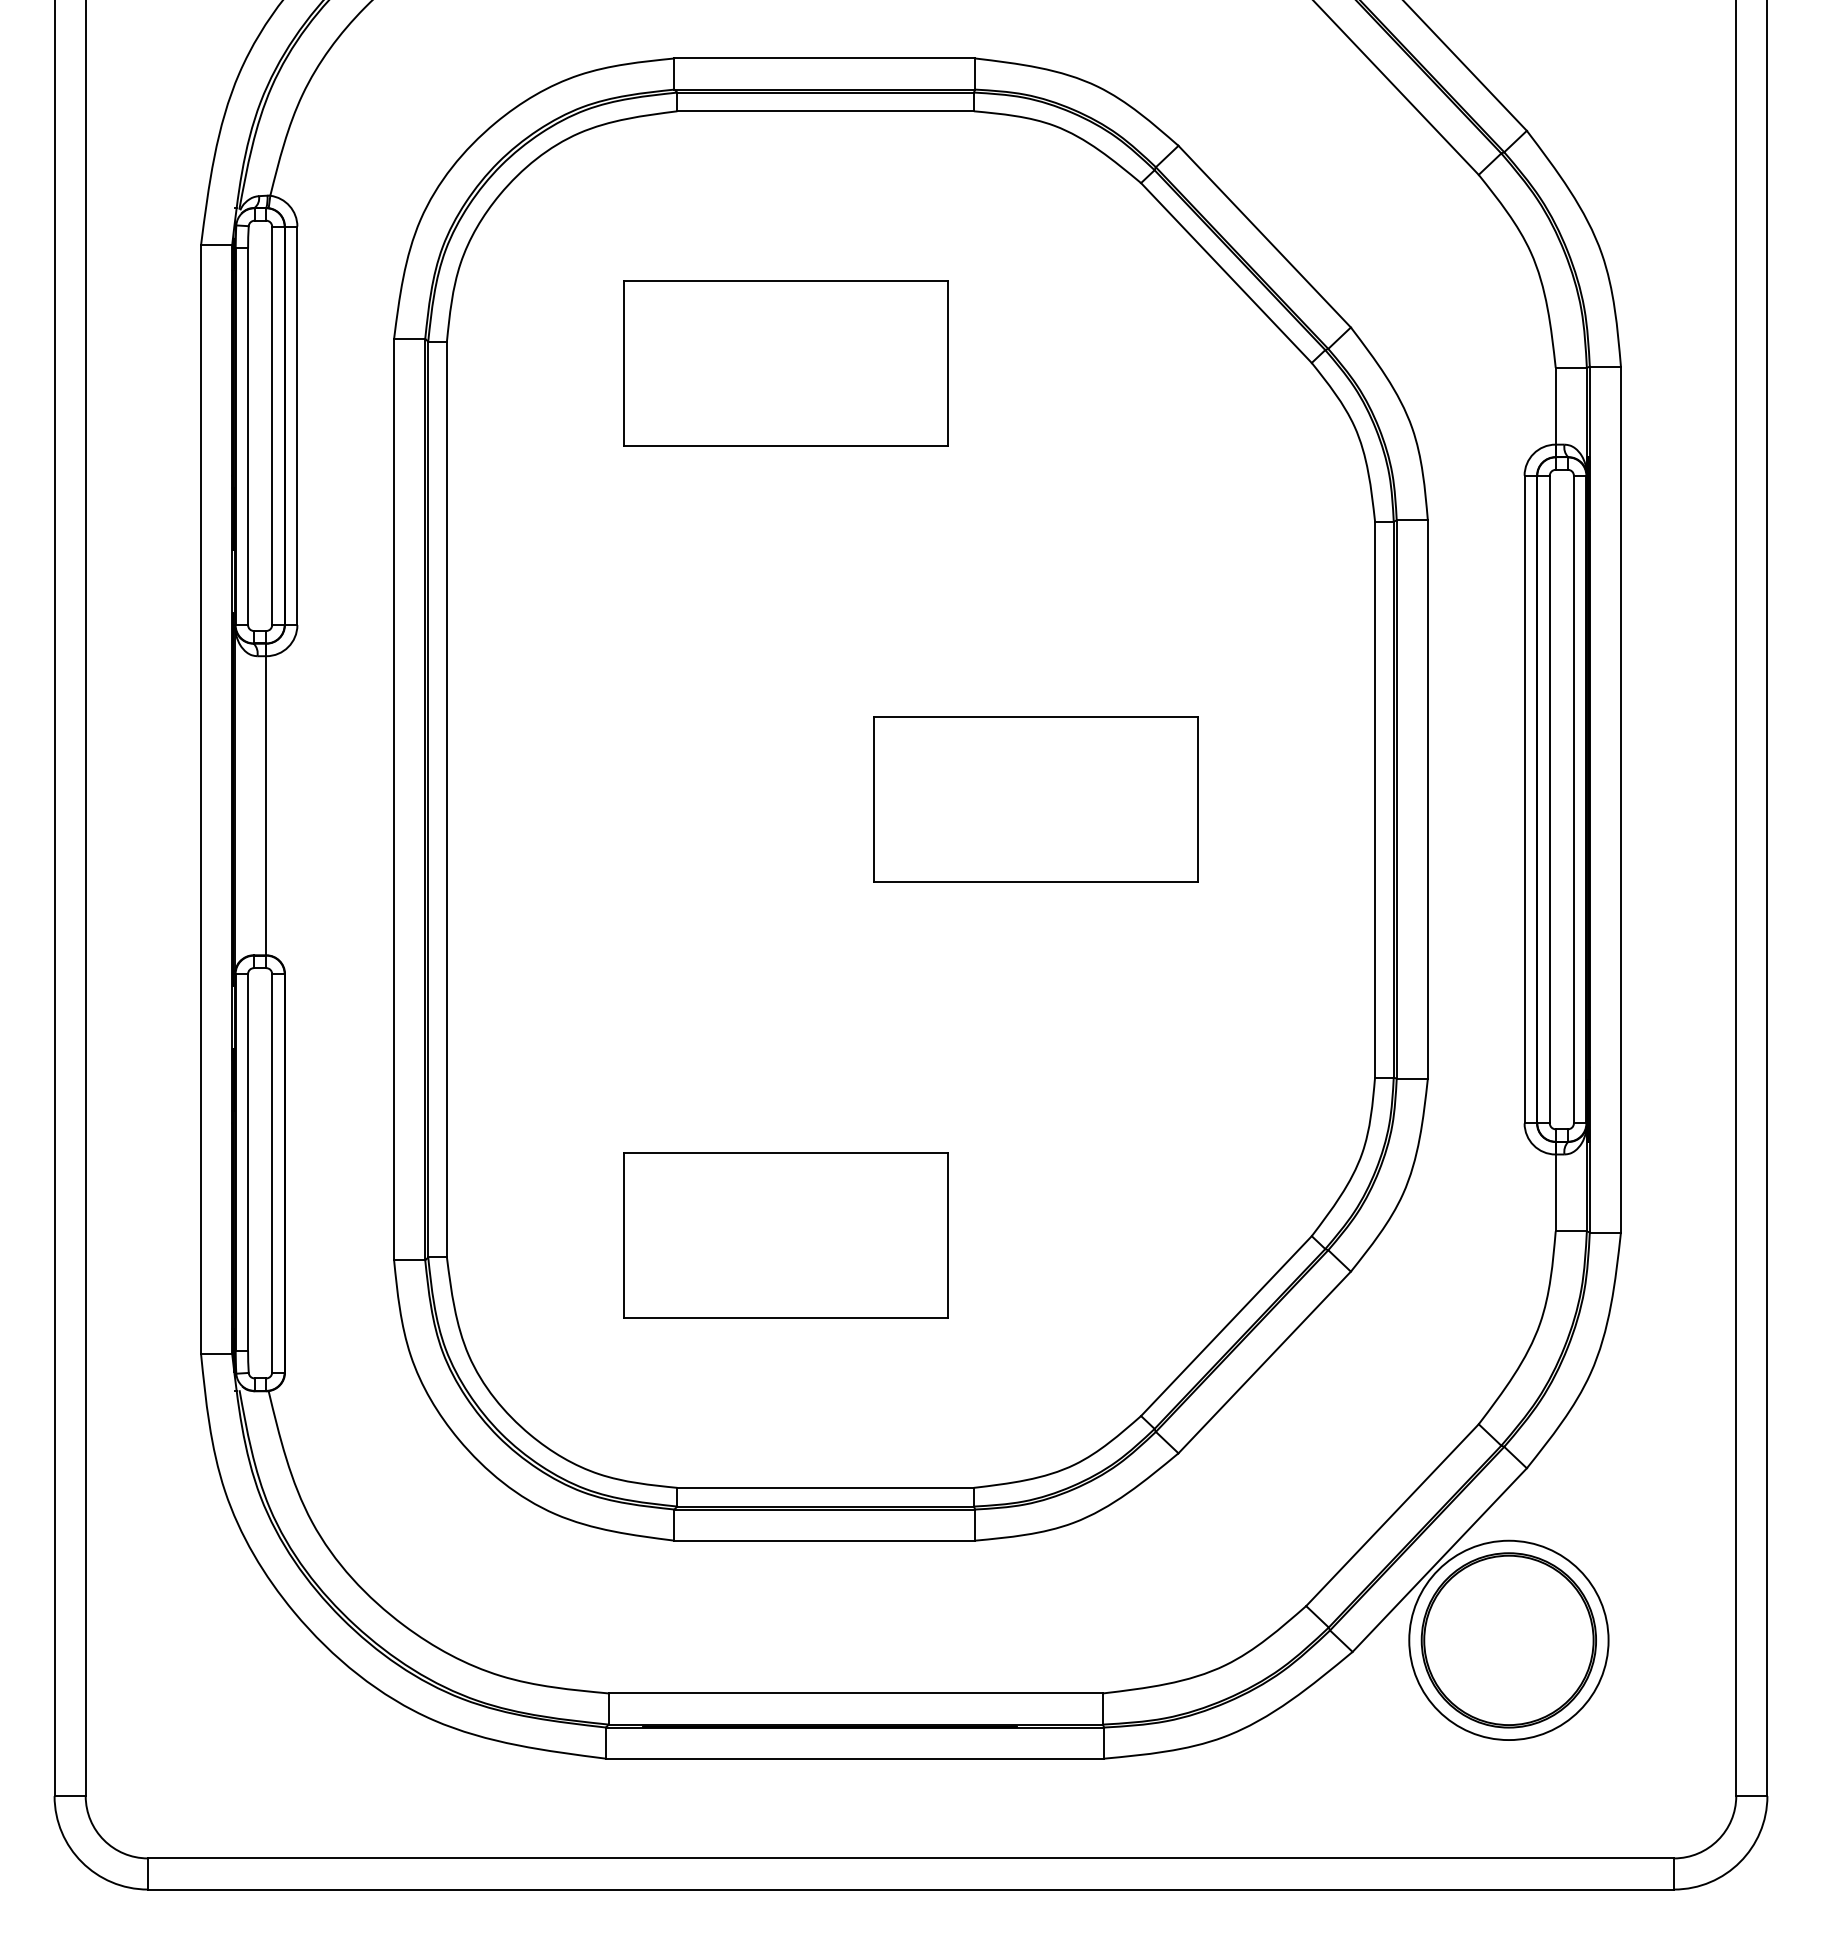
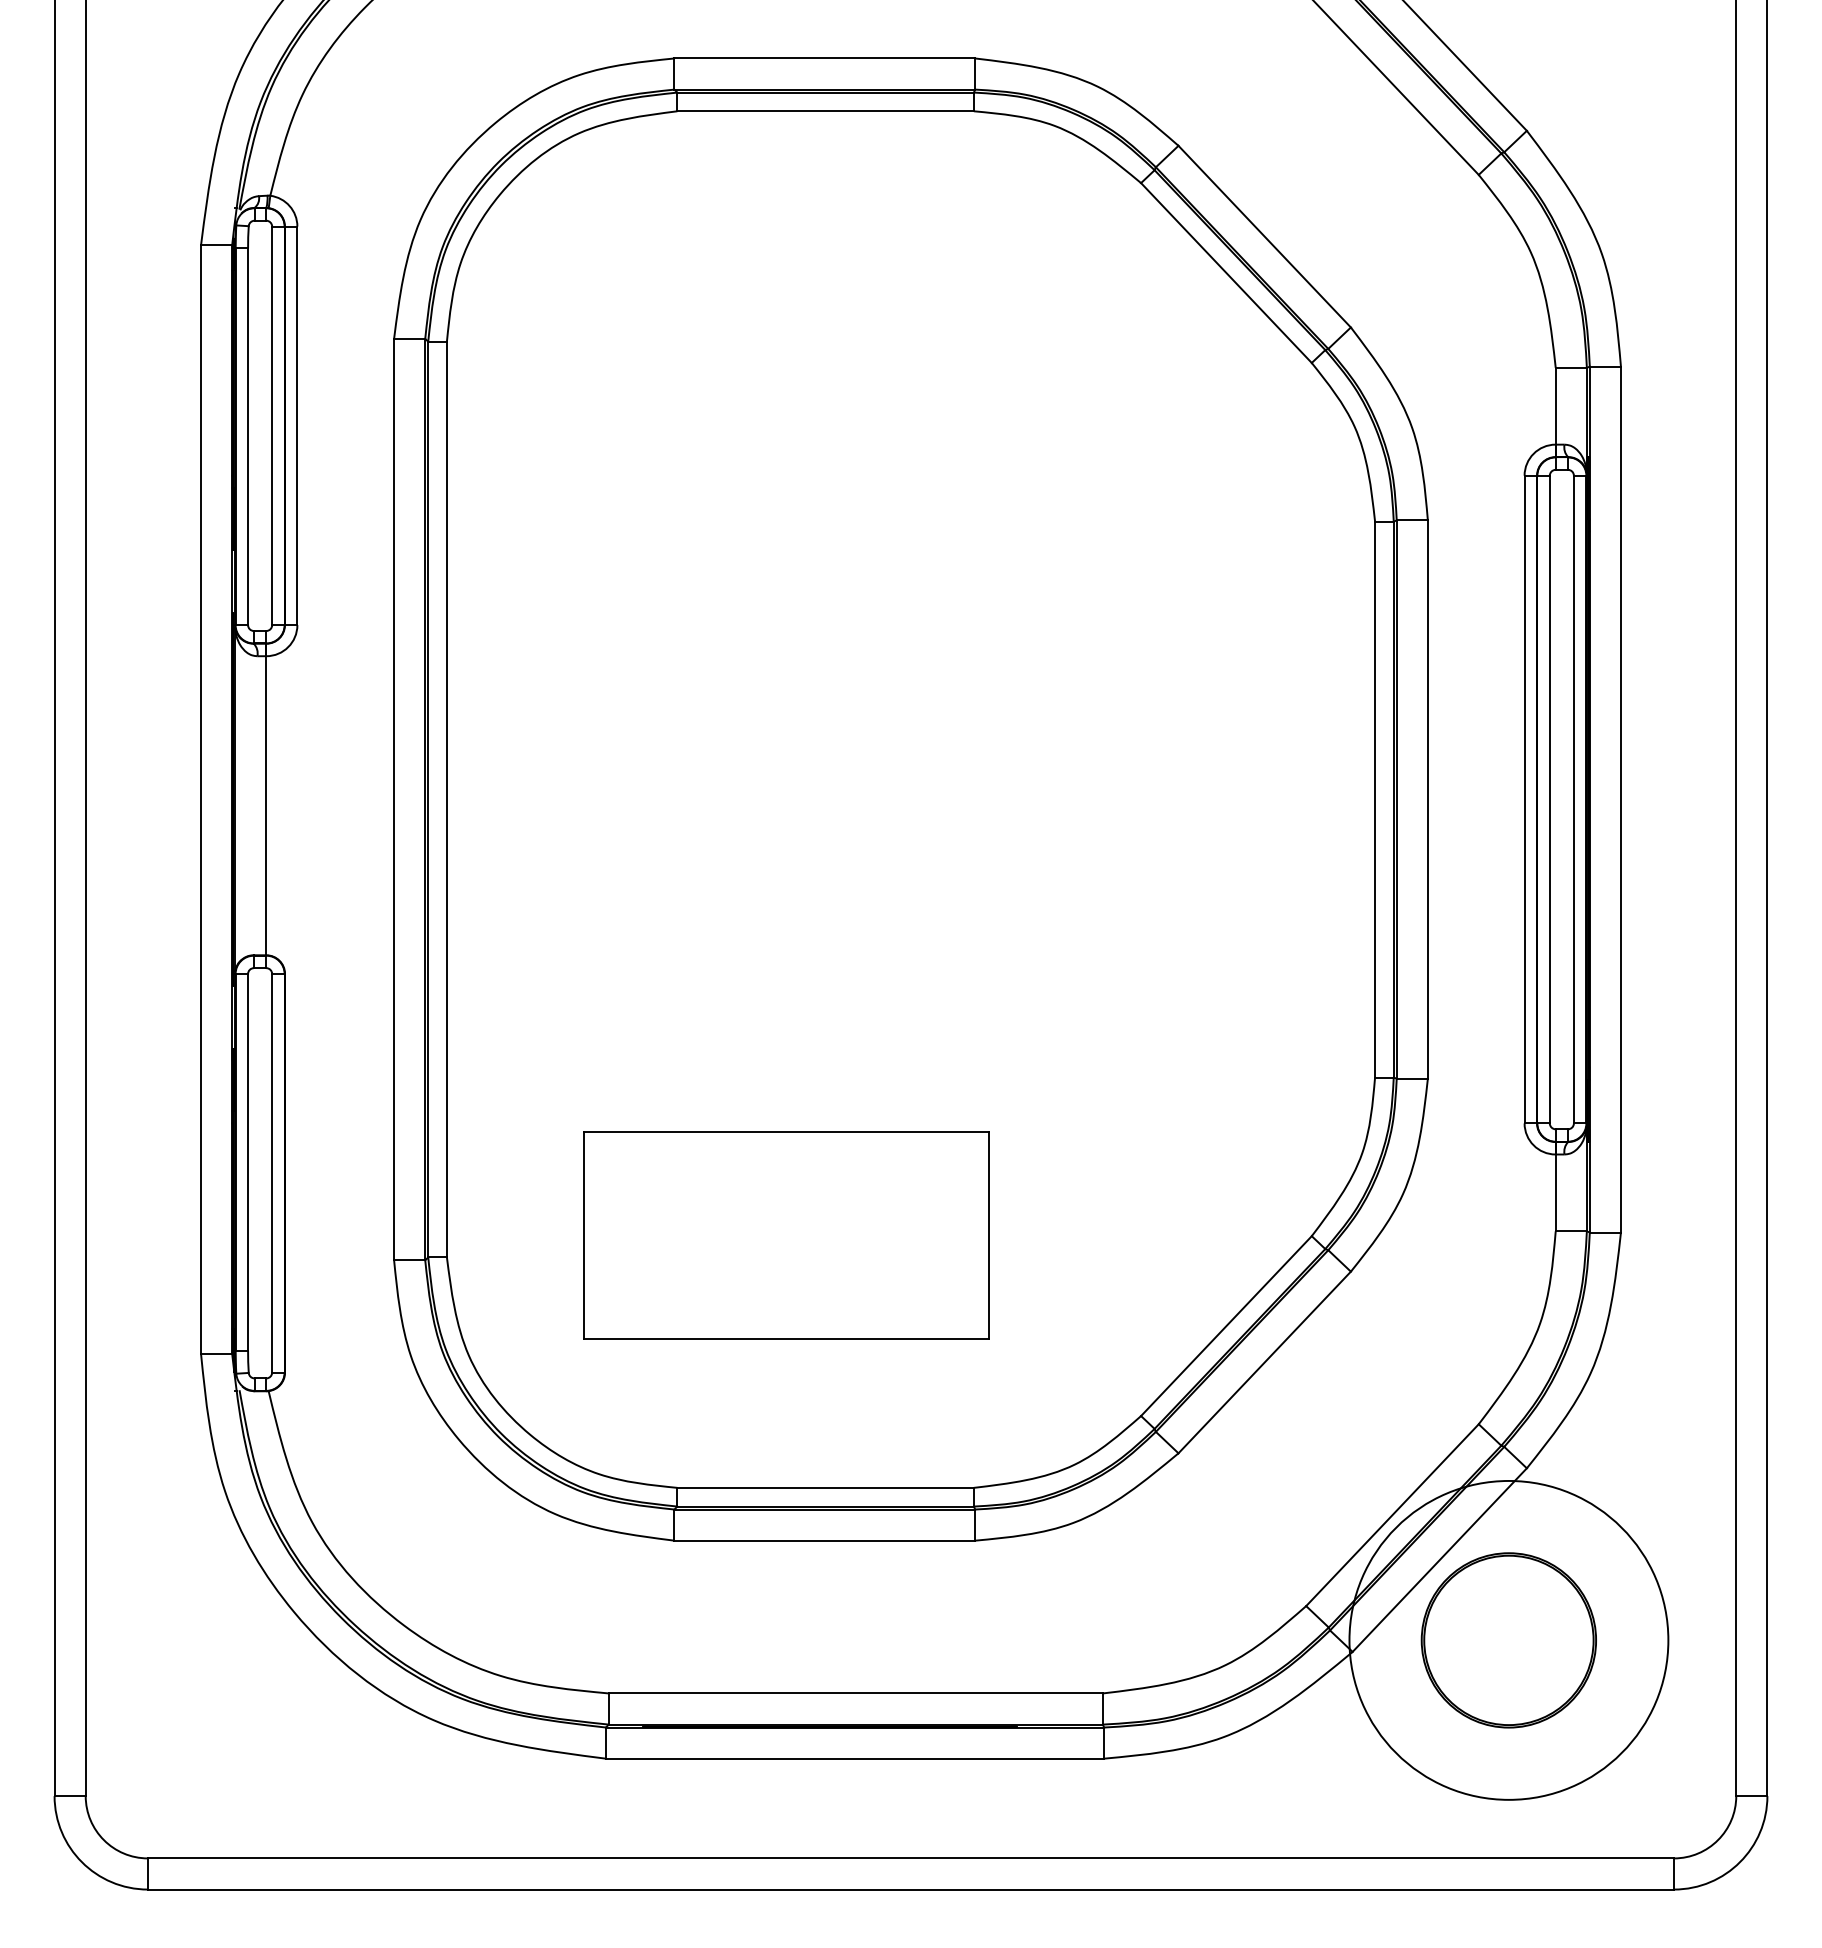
part at (785, 363): present -> none
part at (1035, 799): present -> none
part at (785, 1235) size: 326x167 px -> 407x209 px
circle at (1508, 1640) diameter: 199 px -> 319 px
